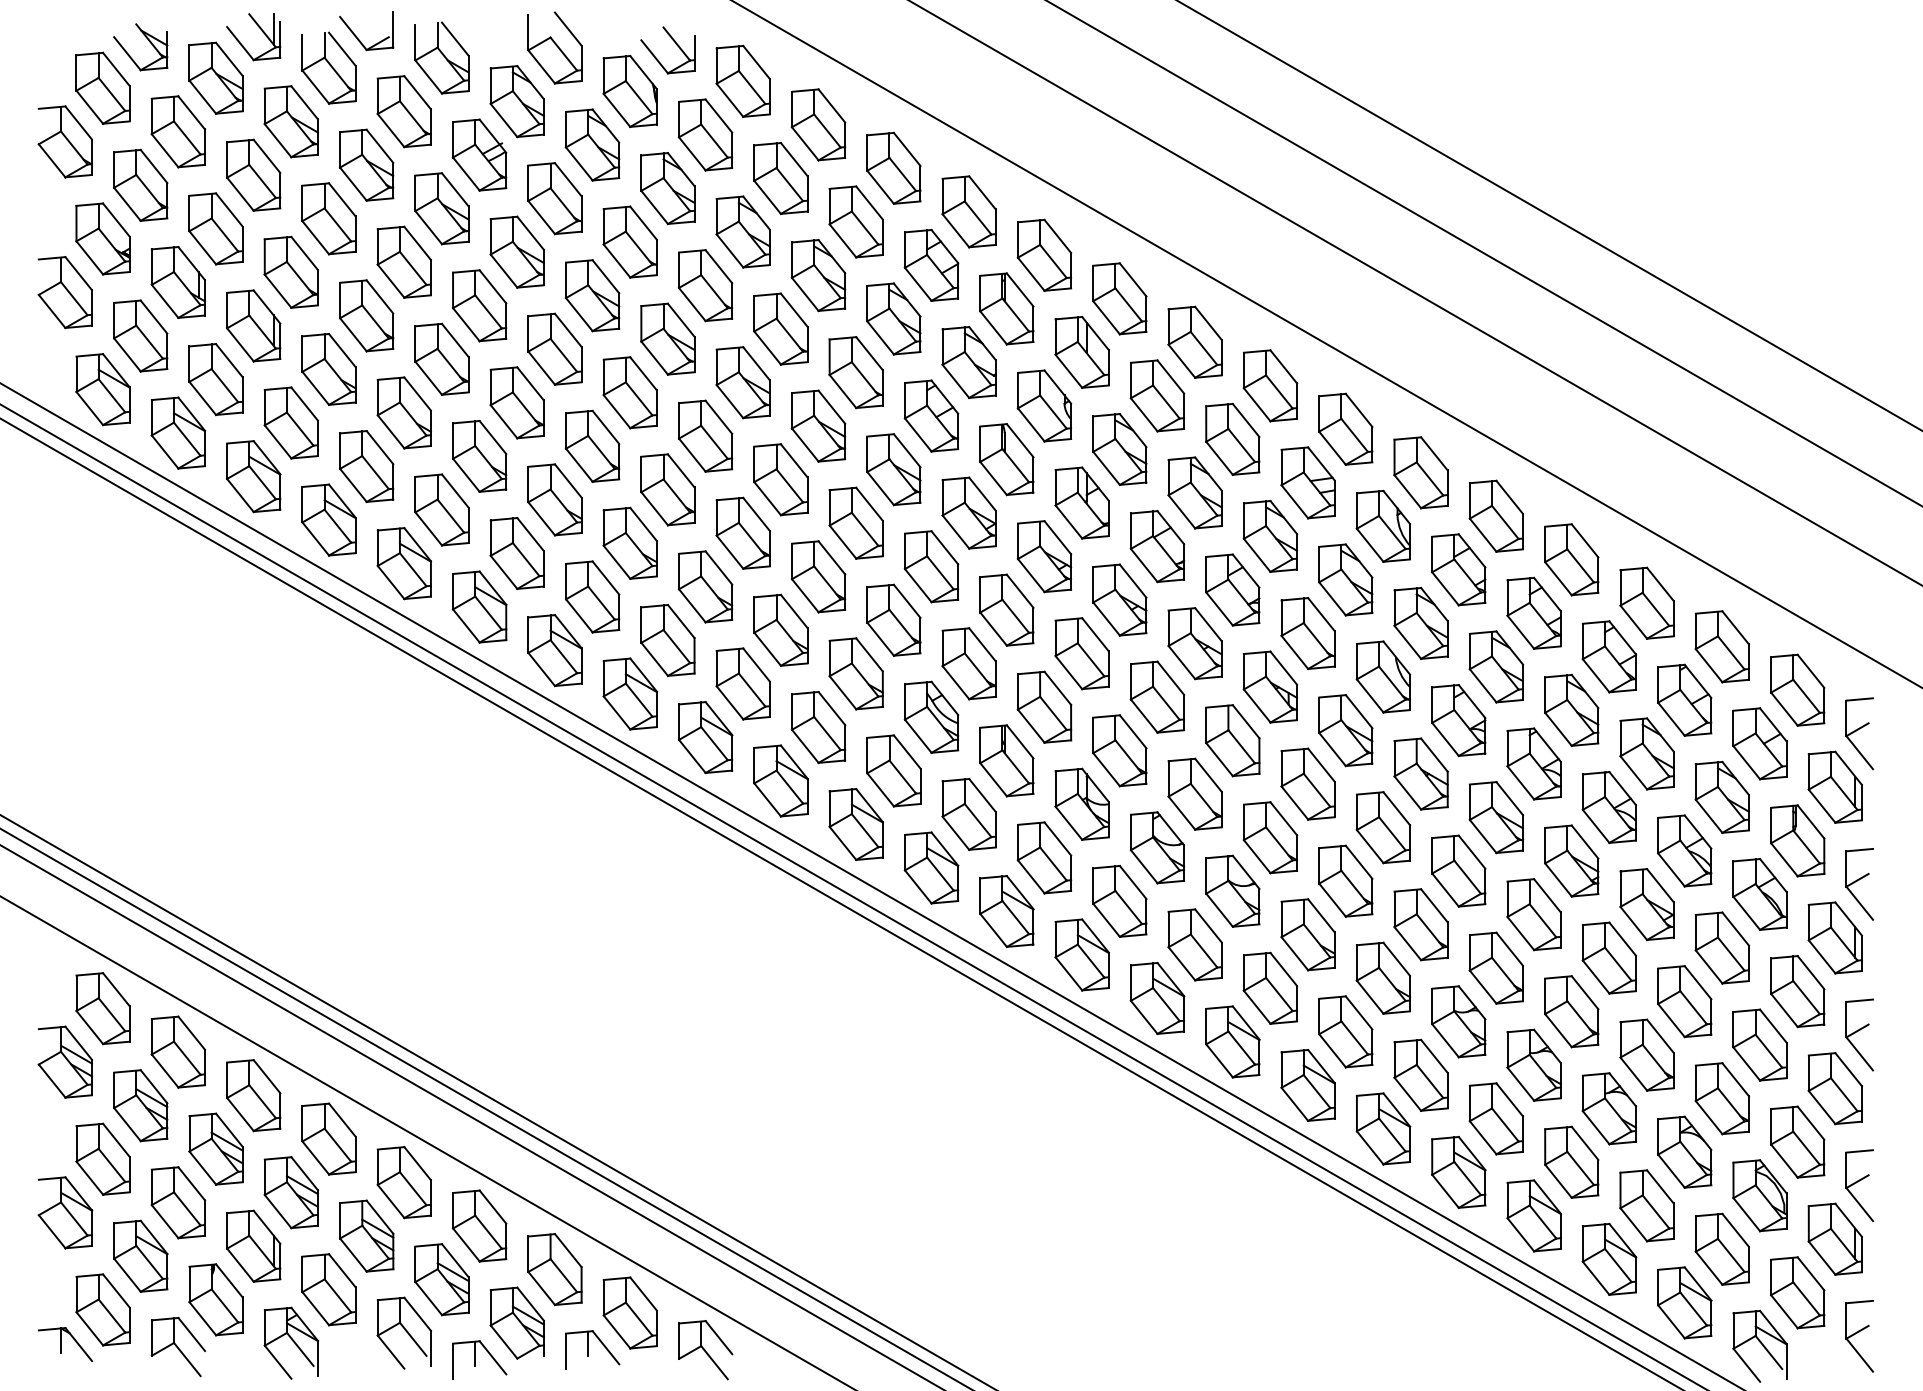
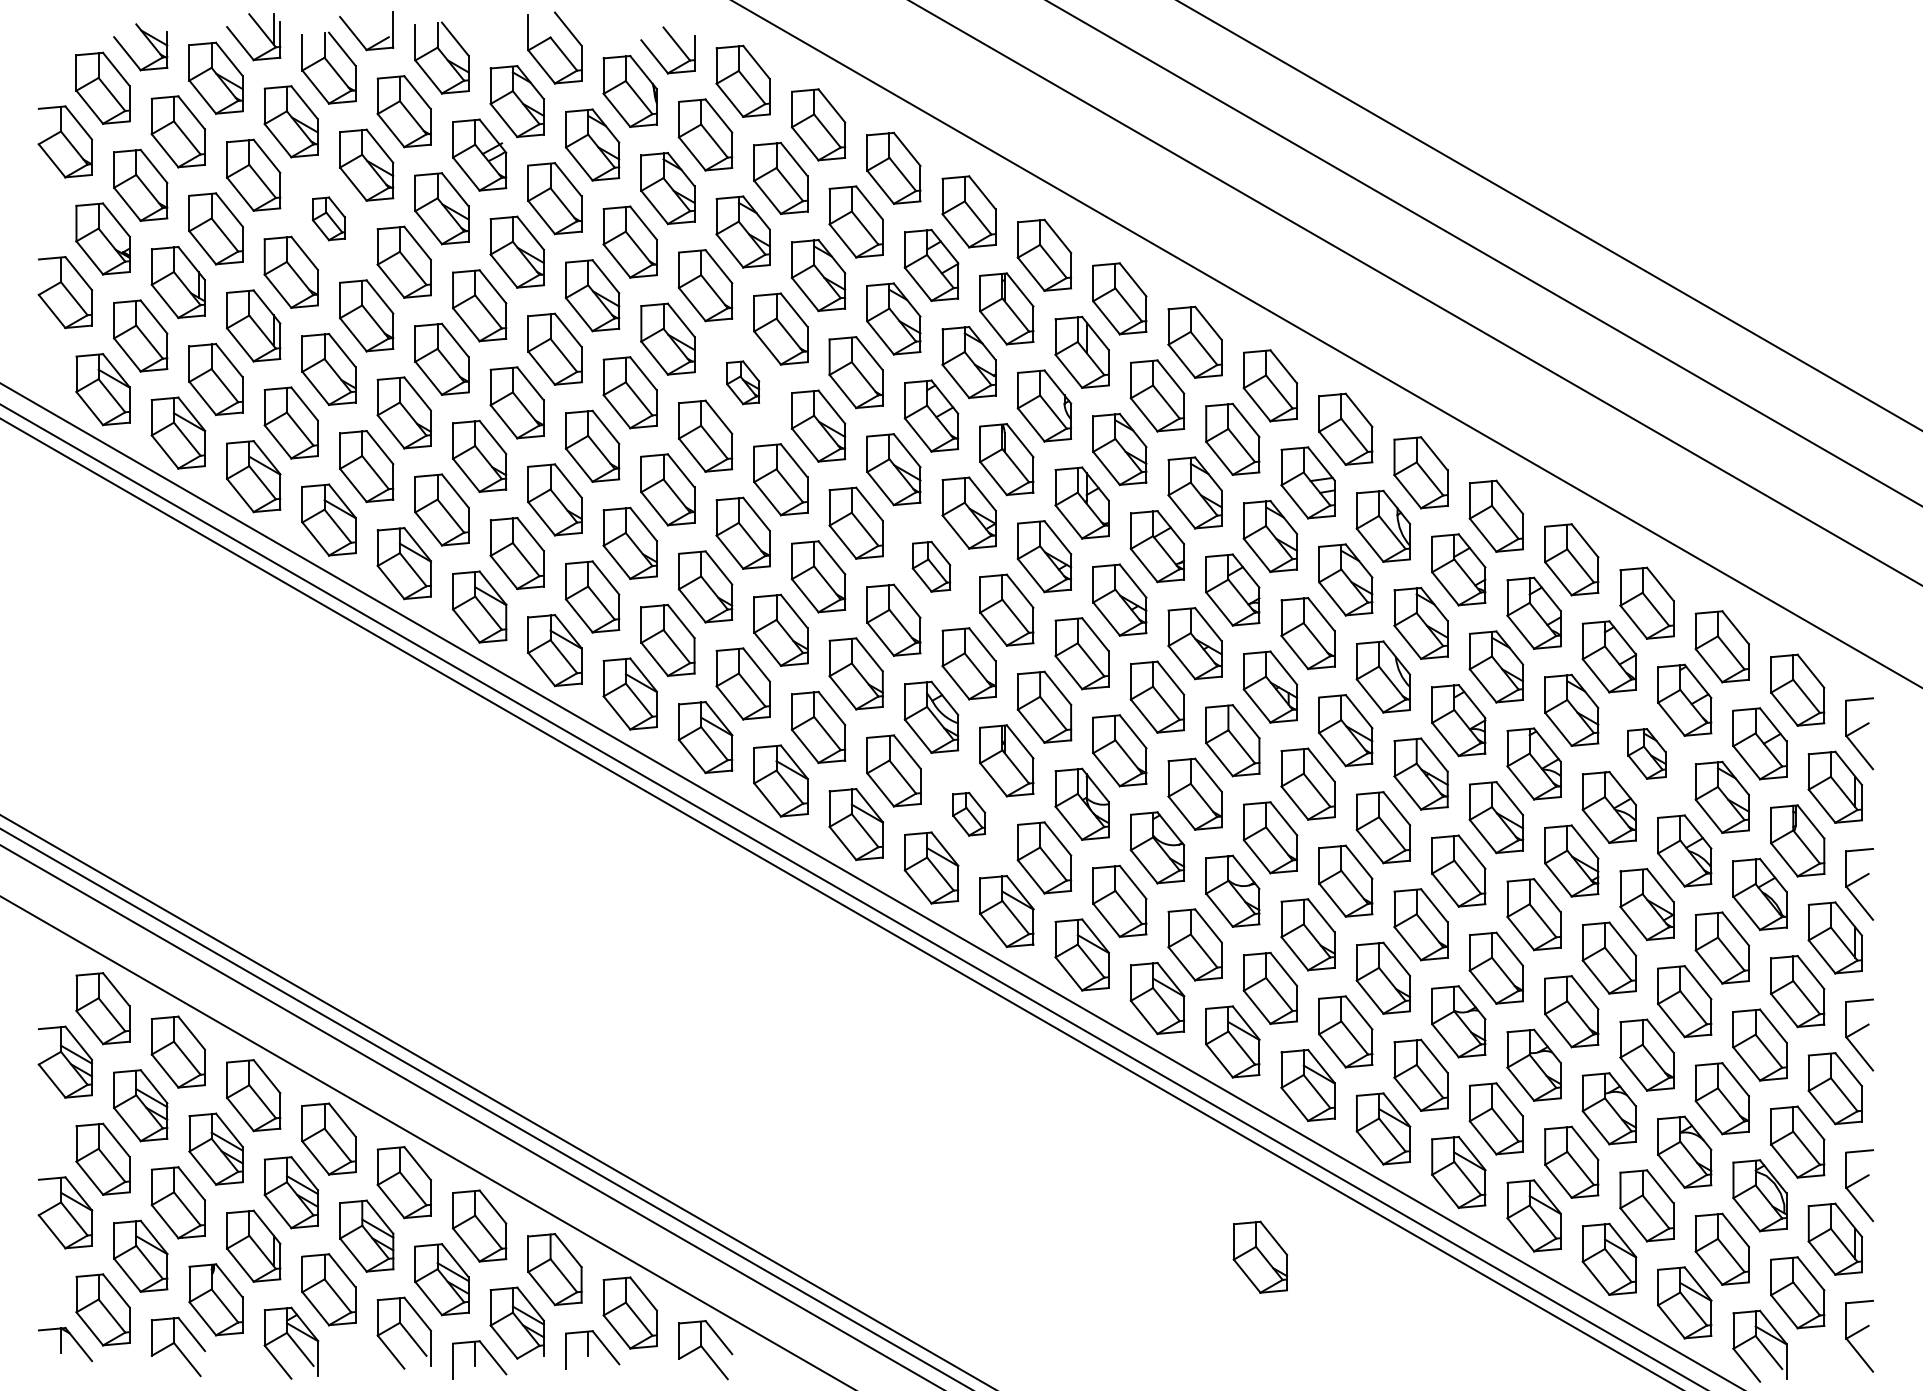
part at (328, 218) size: 56x74 px -> 35x46 px
part at (742, 382) size: 56x74 px -> 35x46 px
part at (931, 566) size: 57x74 px -> 41x53 px
part at (1646, 753) size: 56x74 px -> 40x52 px
part at (968, 813) size: 56x74 px -> 35x46 px
part at (1259, 1256): none -> present
